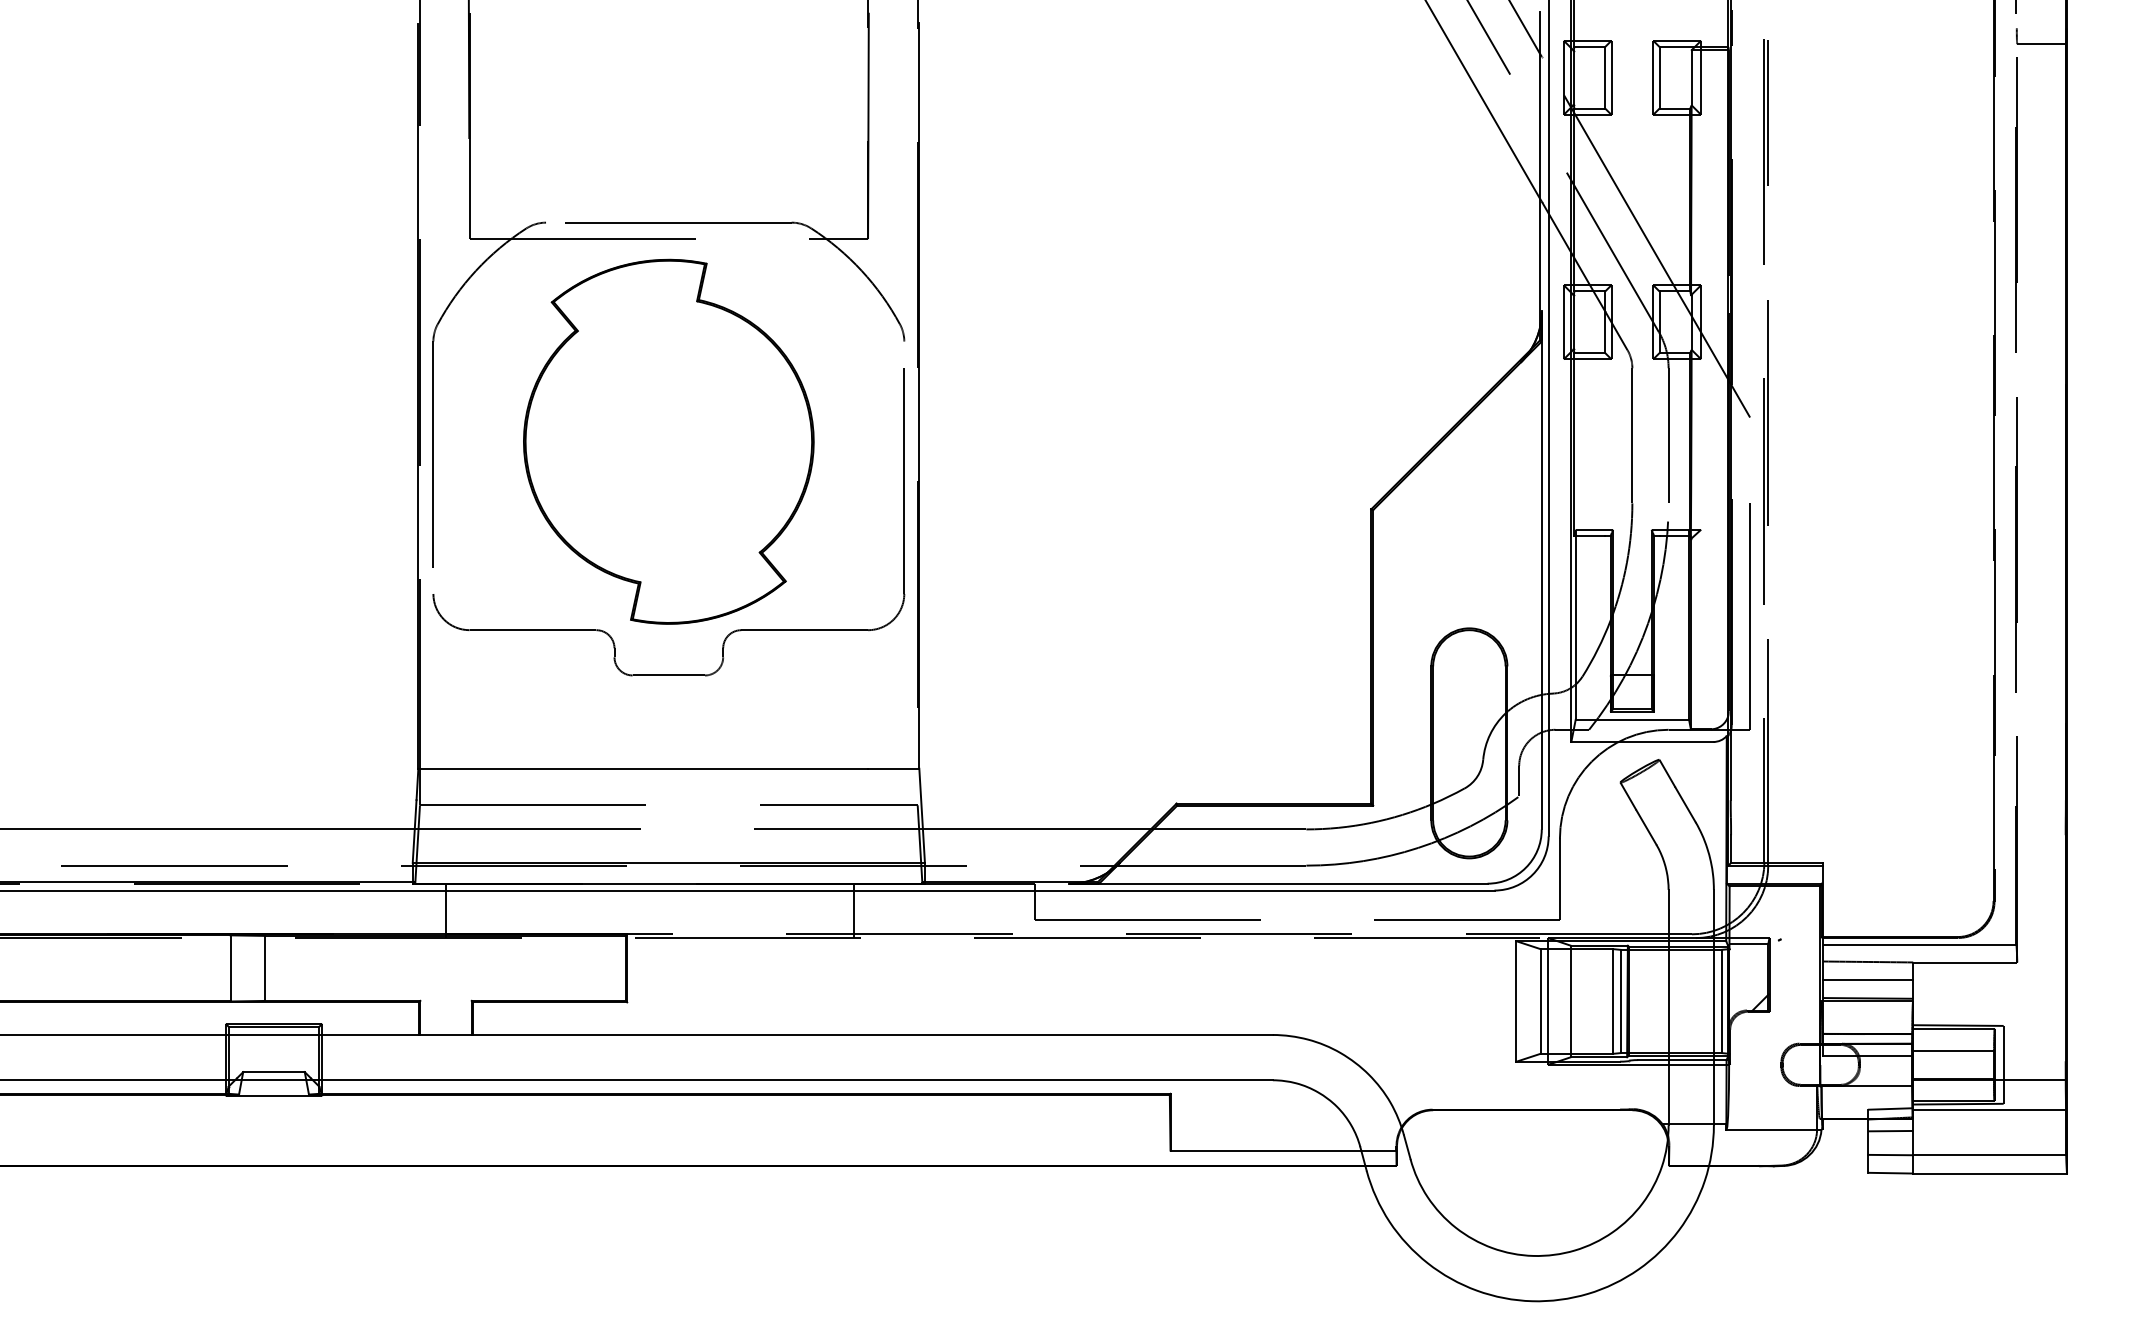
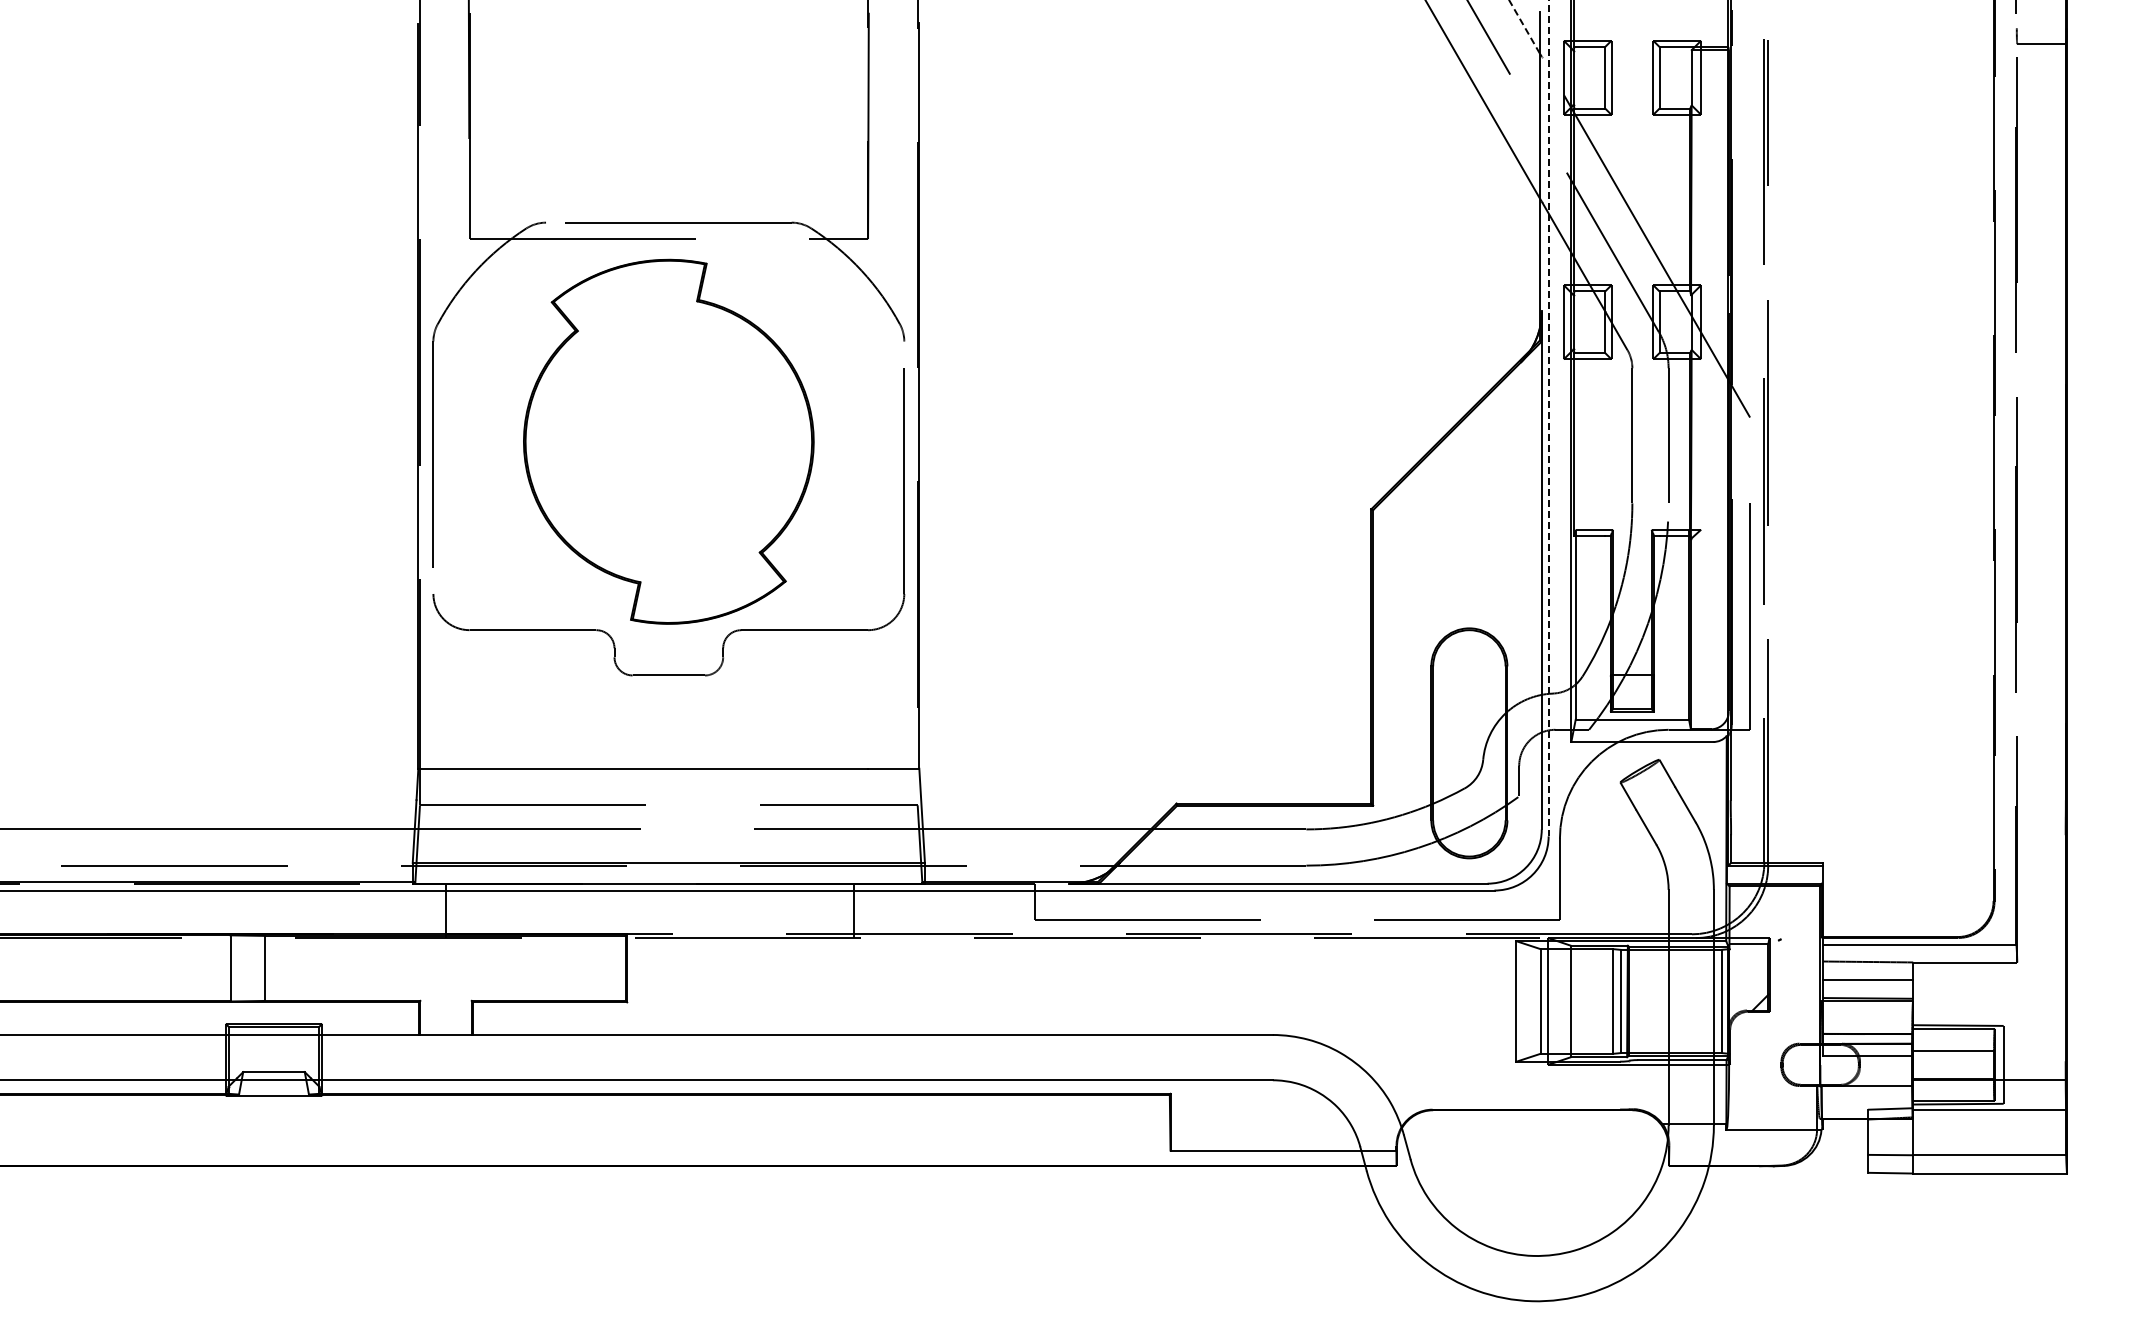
line at (1524, 26): solid -> dashed
line at (1548, 418): solid -> dashed
line at (1890, 1130): present -> none
